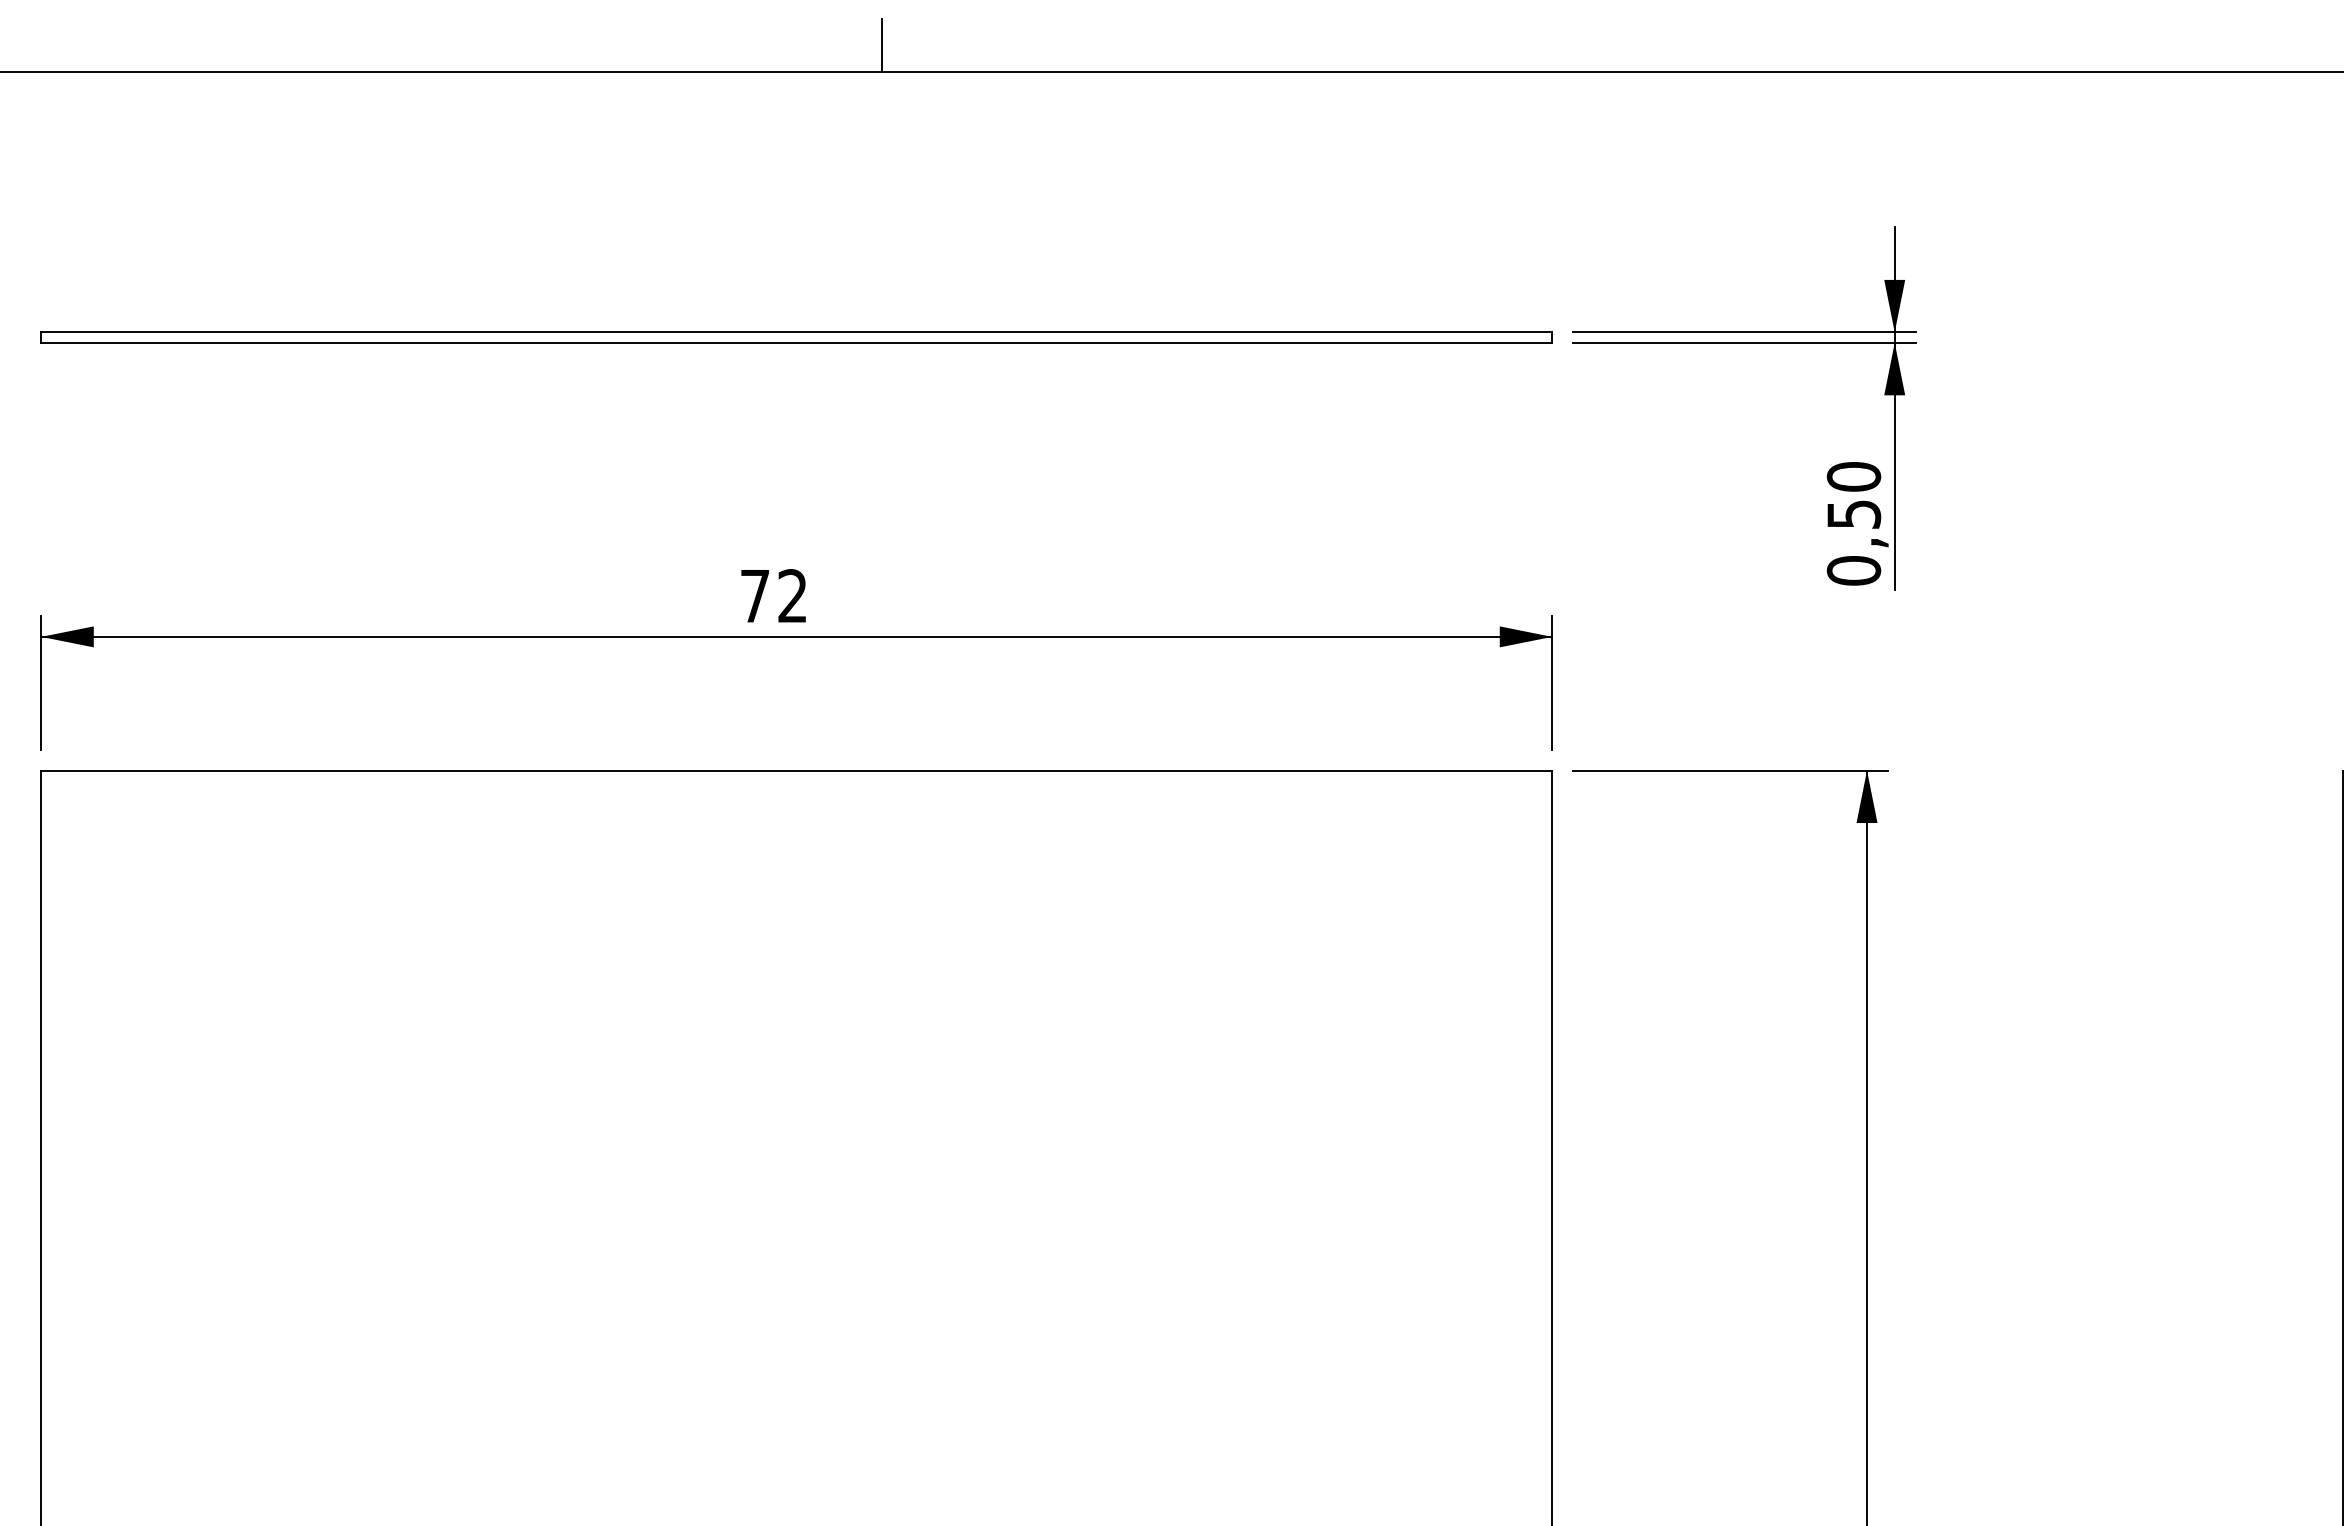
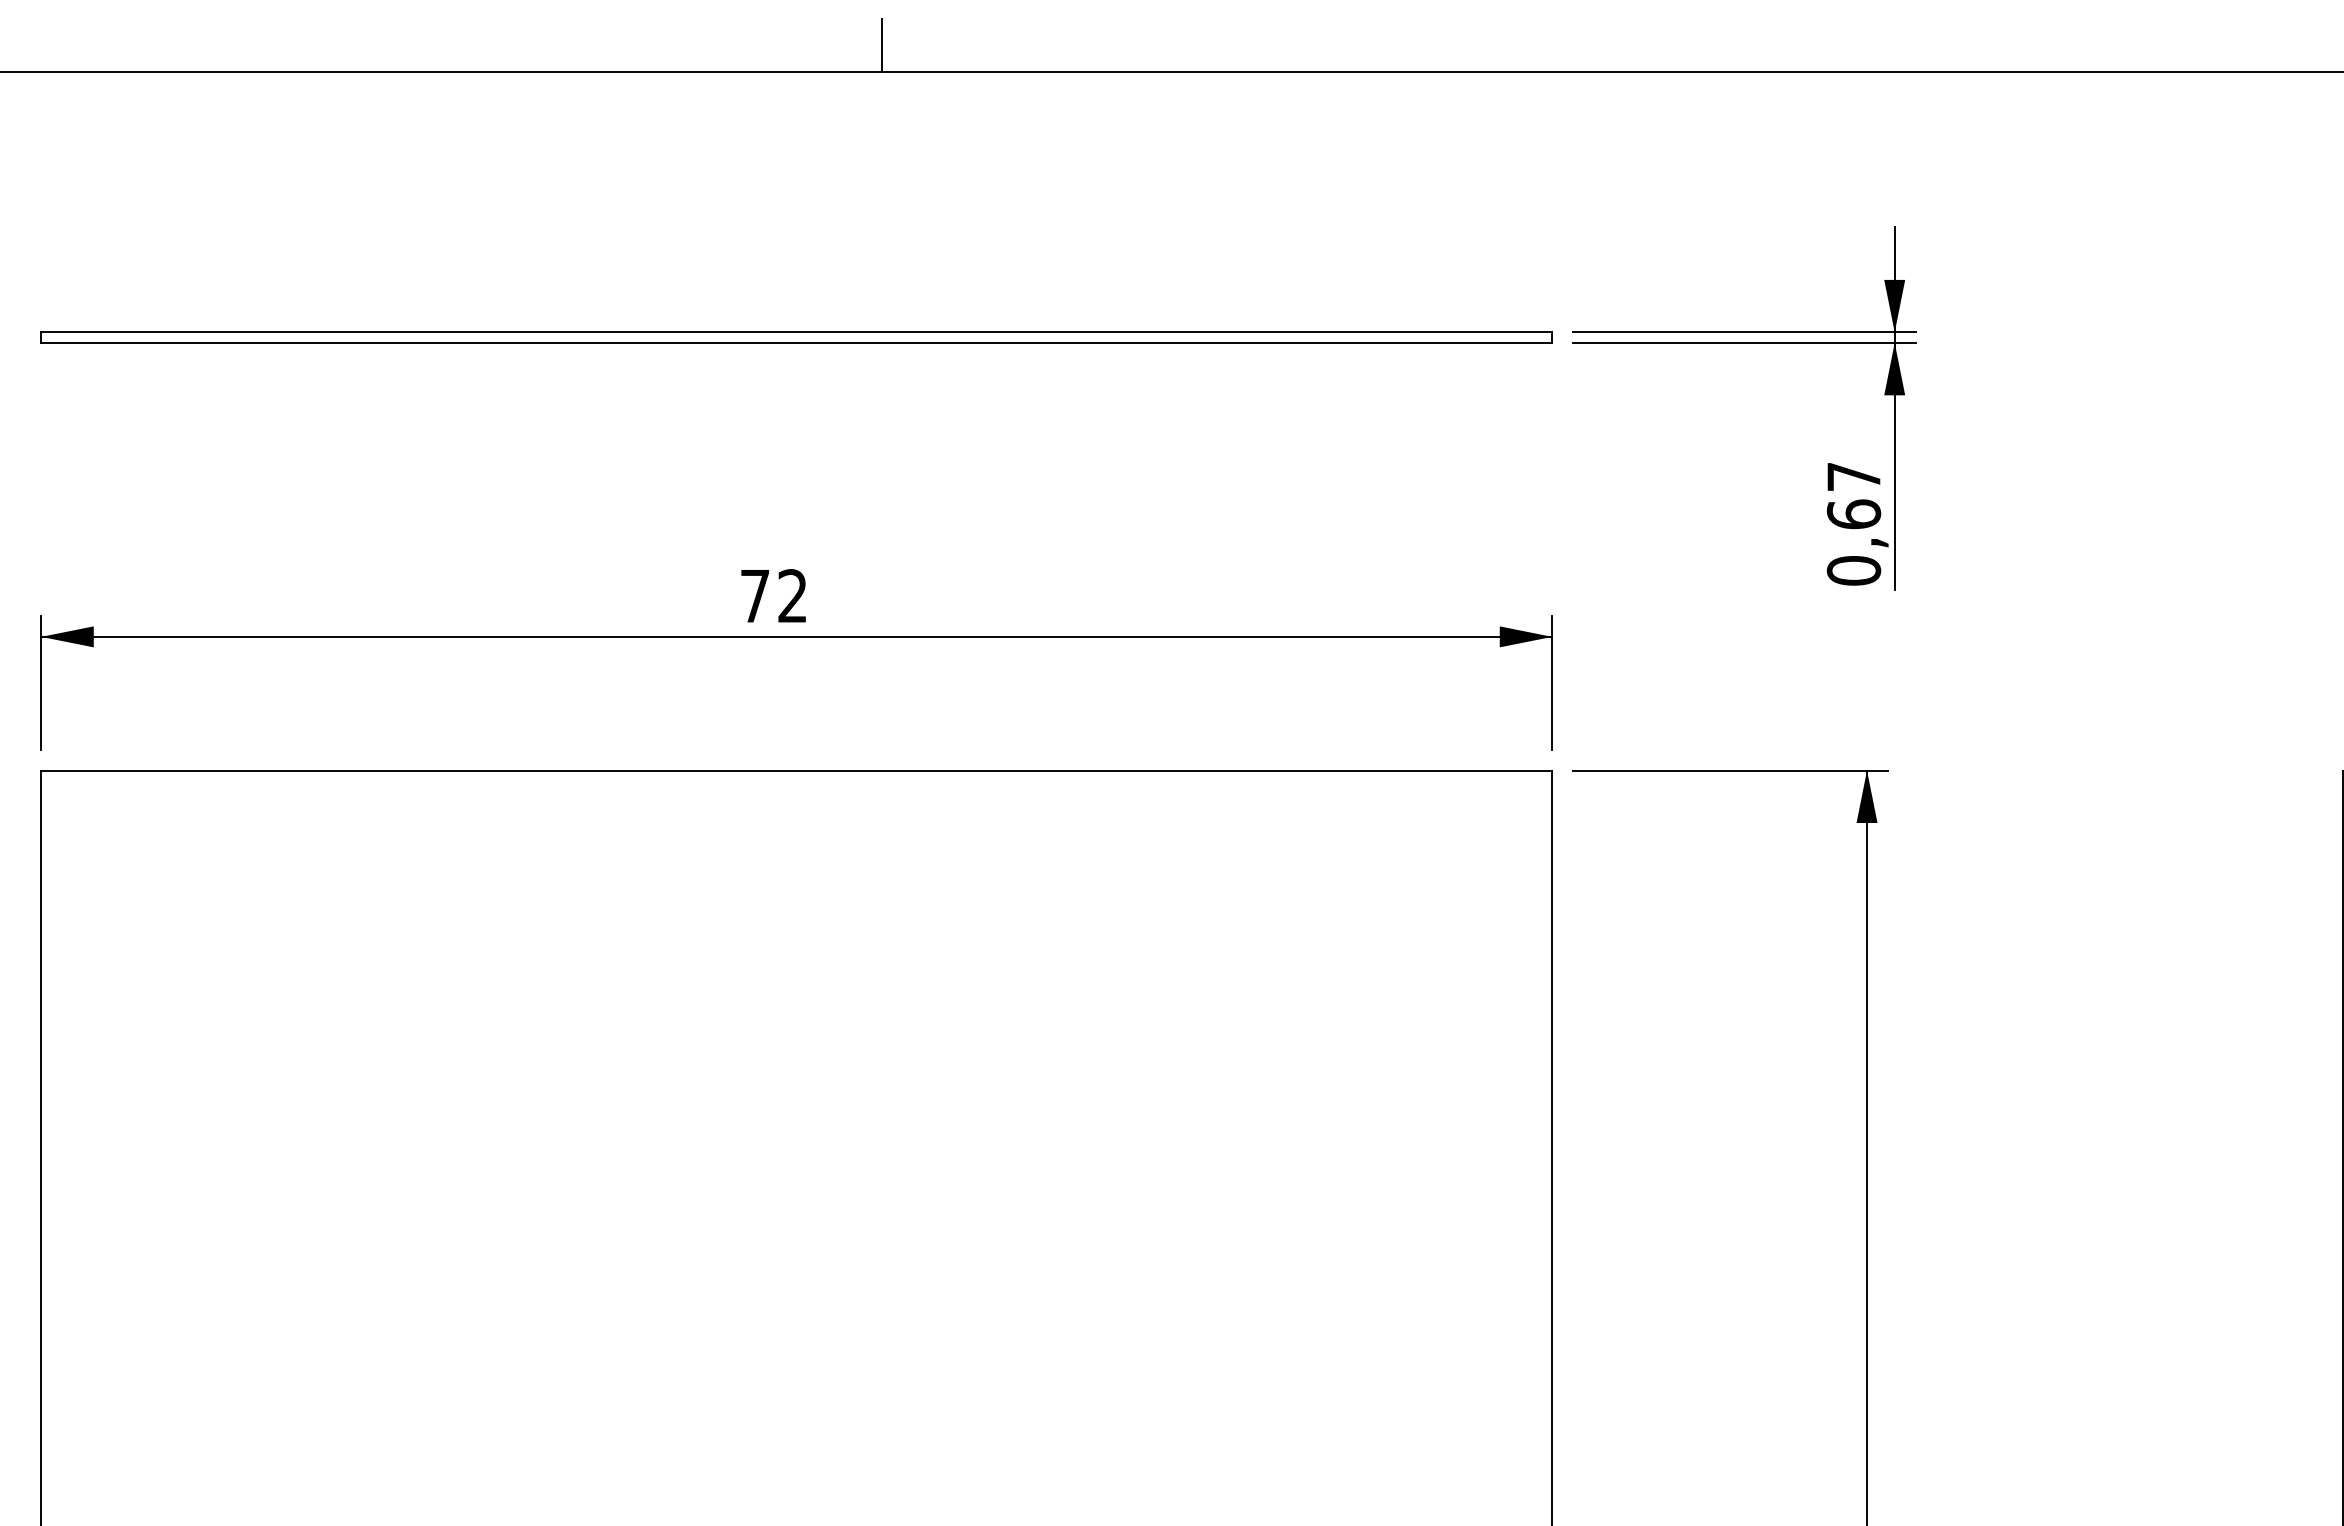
text at (1853, 495): 0,50 -> 0,67
